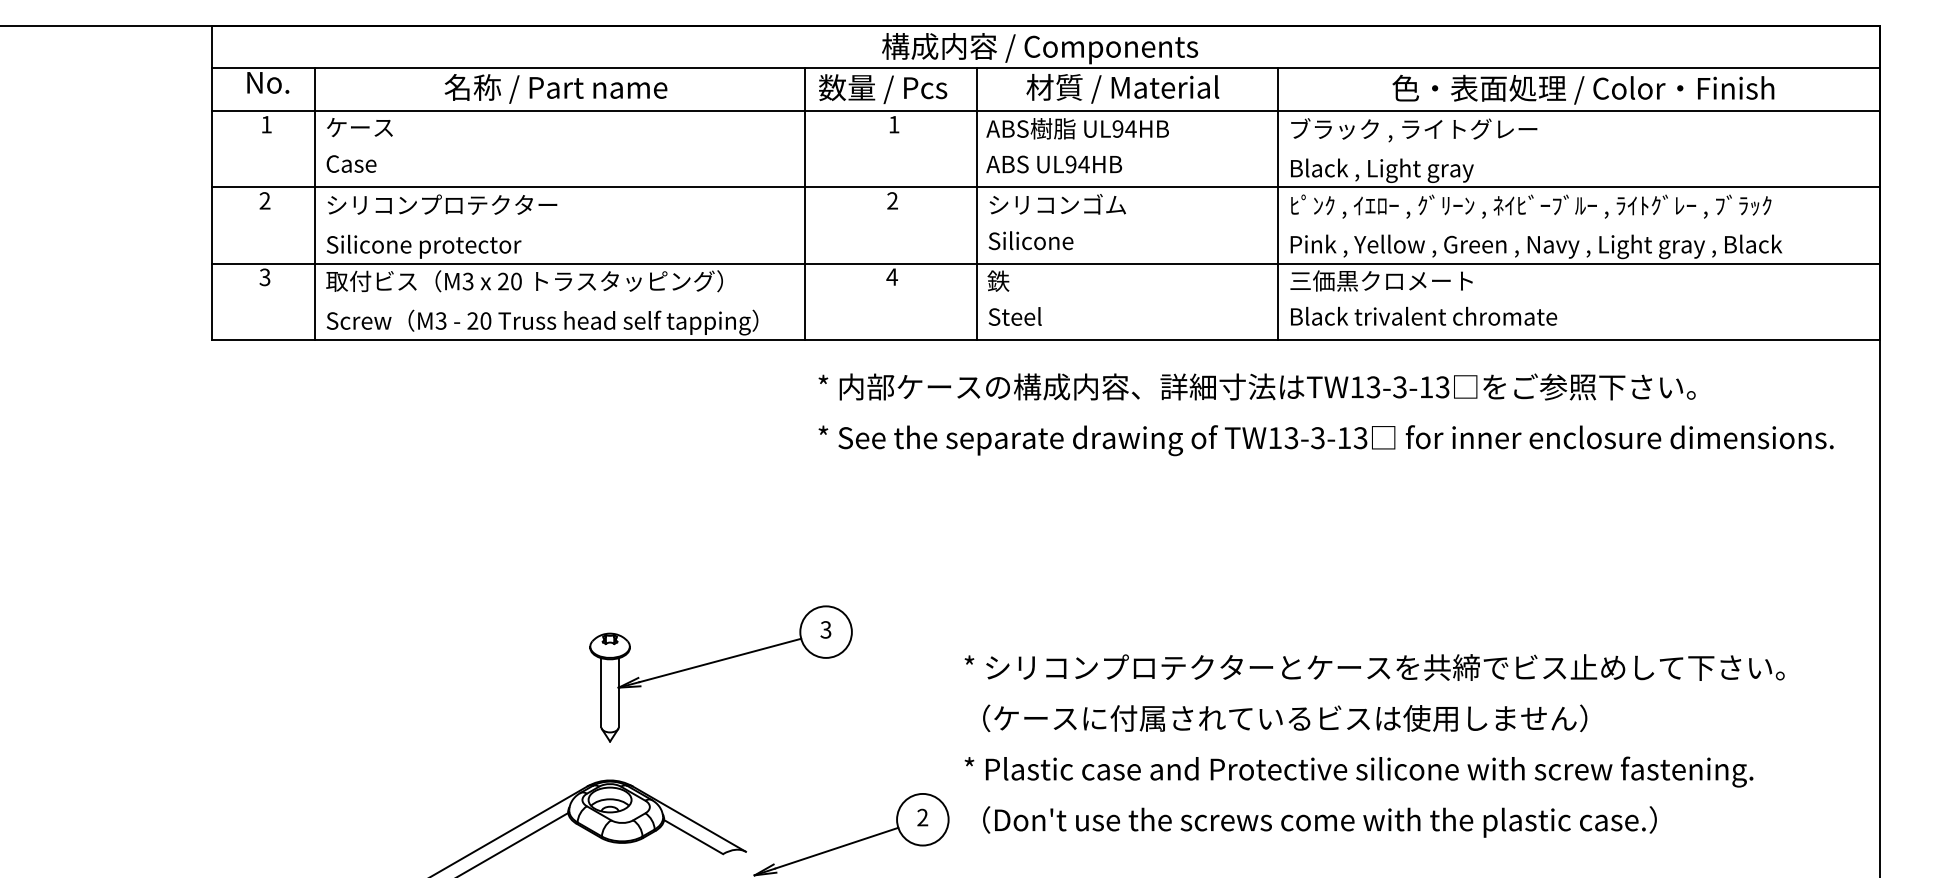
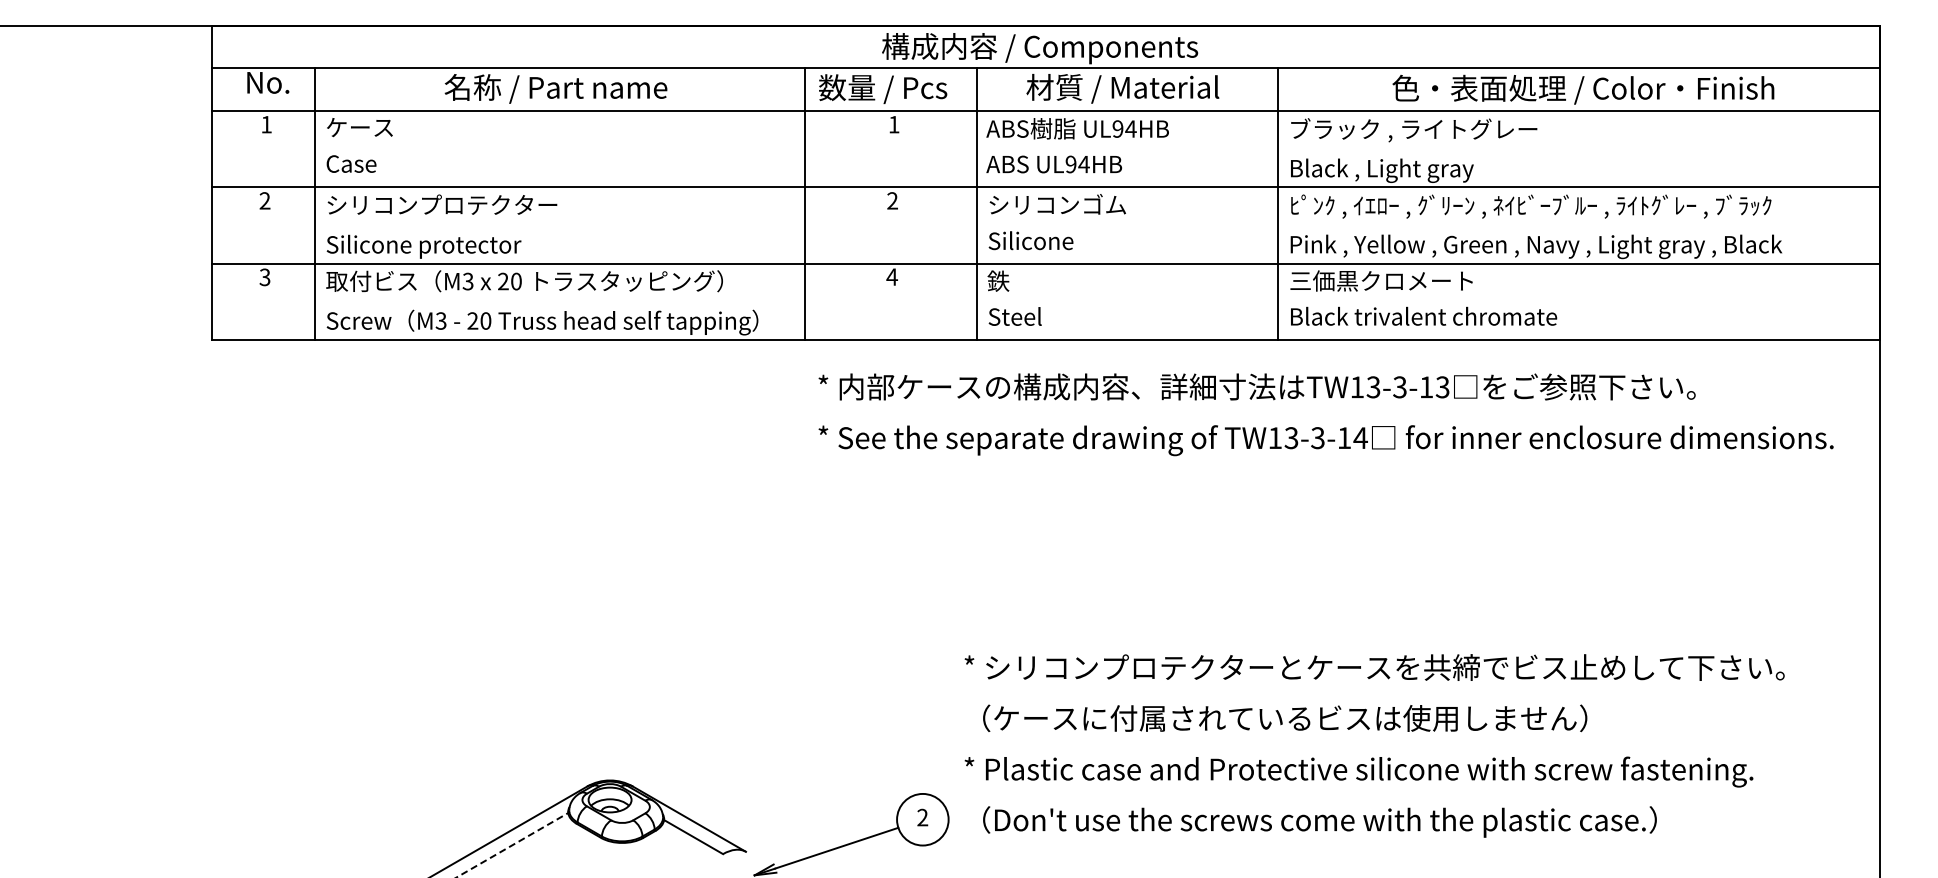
text at (1360, 438): TW13-3-13 -> TW13-3-14
part at (717, 662): present -> none
line at (512, 845): solid -> dashed
